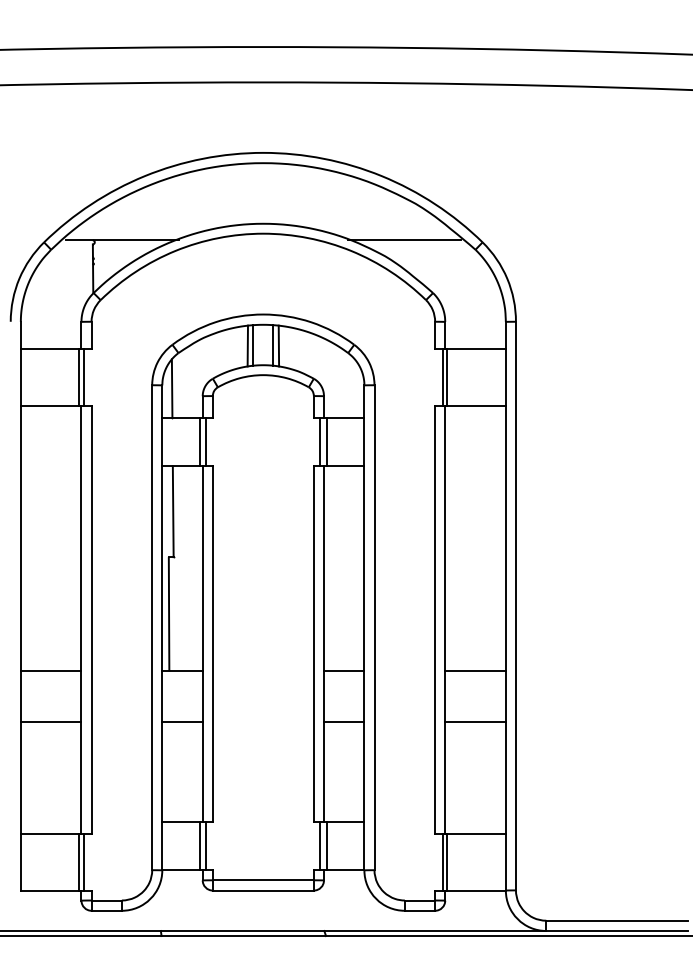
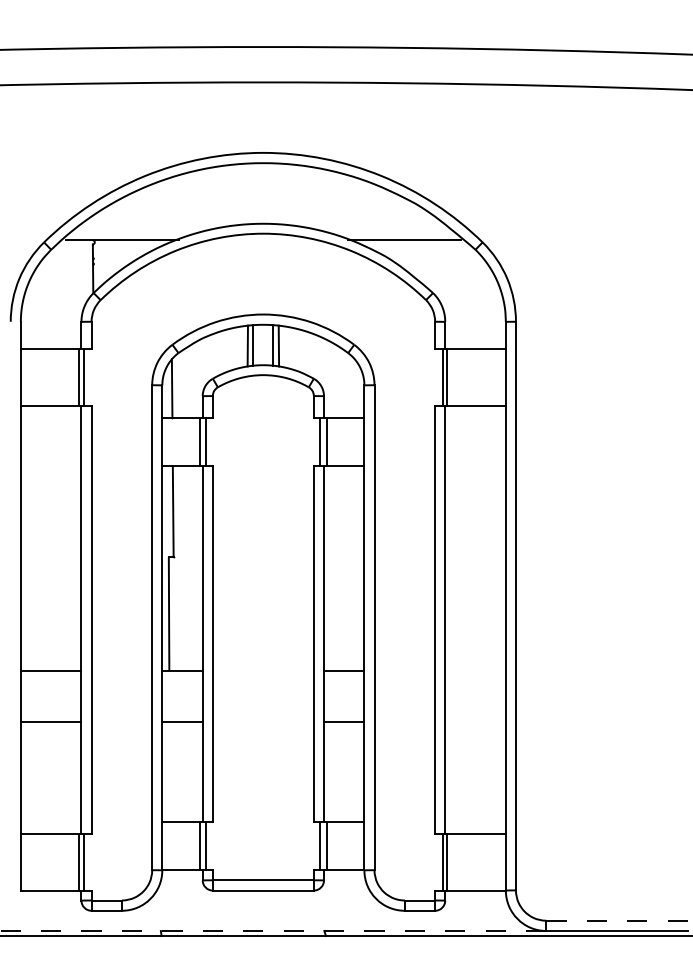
line at (475, 671): present -> none
line at (475, 721): present -> none
line at (617, 920): solid -> dashed
line at (273, 930): solid -> dashed
